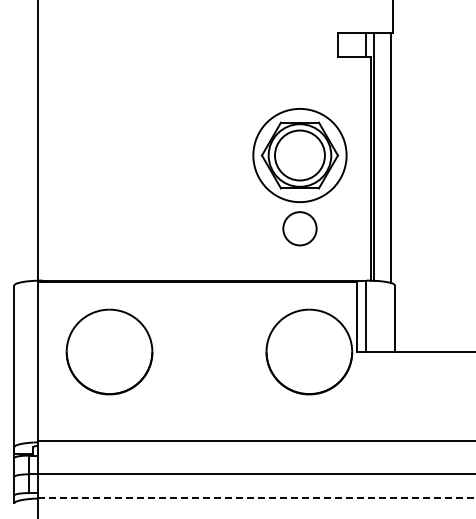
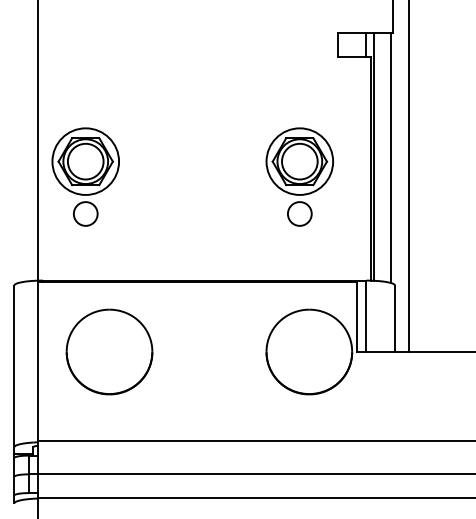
part at (85, 176): none -> present
part at (299, 177) size: 96x139 px -> 69x100 px
line at (409, 177): none -> present
line at (257, 497): dashed -> solid
